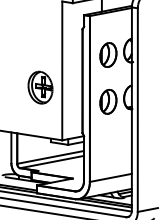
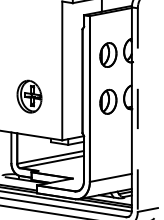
part at (40, 87) position: (40, 87) -> (29, 96)
line at (137, 110): solid -> dashed
